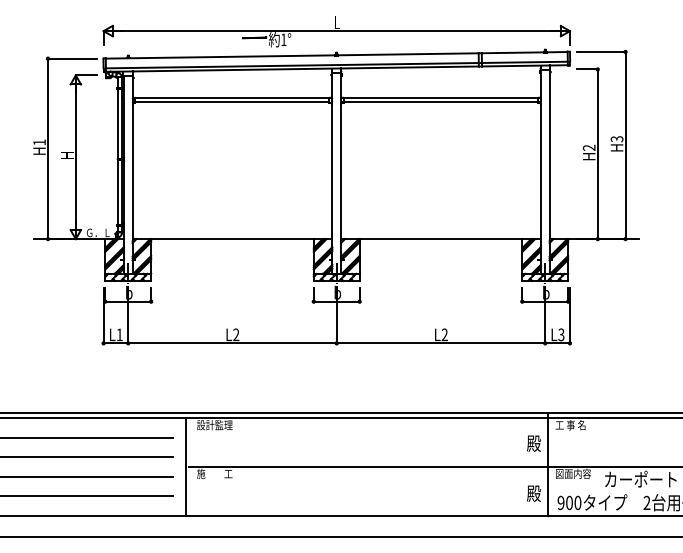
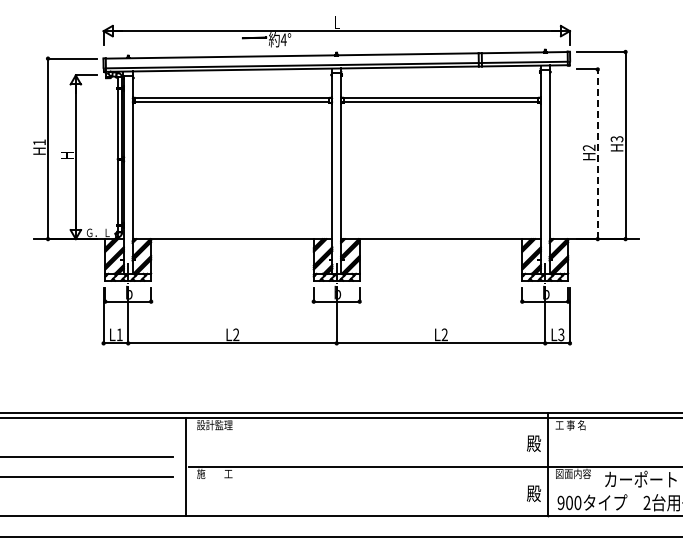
text at (283, 39): 1° -> 4°
line at (597, 154): solid -> dashed
line at (87, 437): present -> none
line at (87, 496): present -> none
